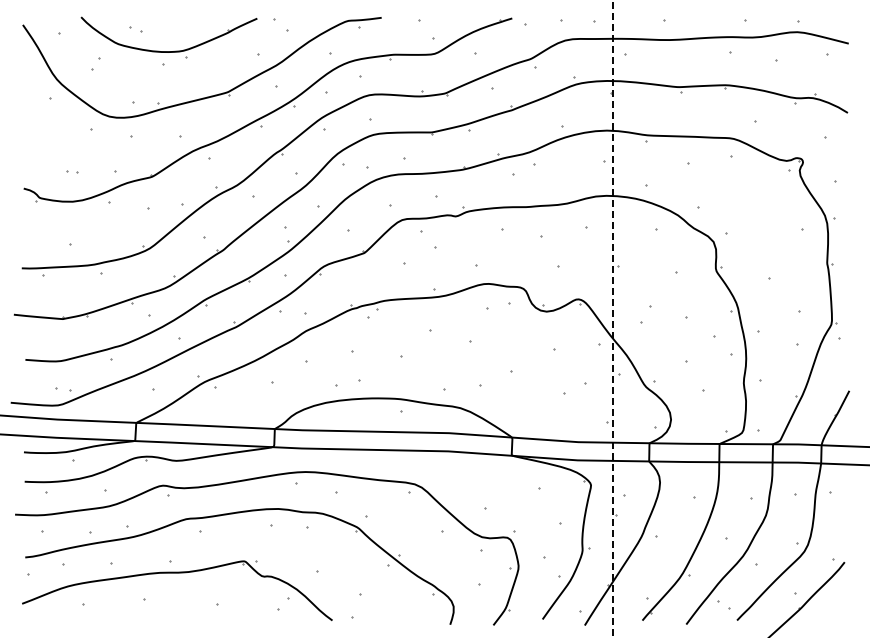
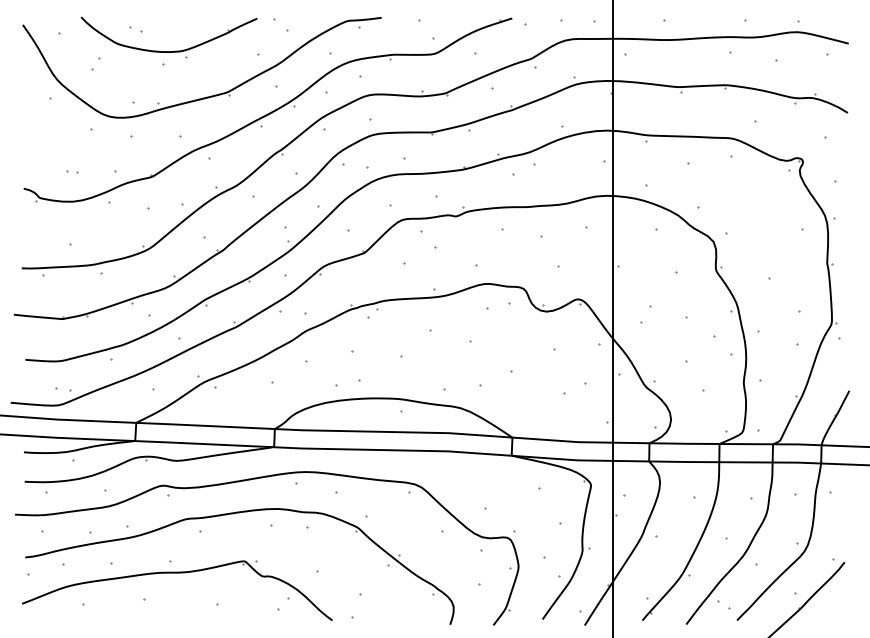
line at (613, 318): dashed -> solid
